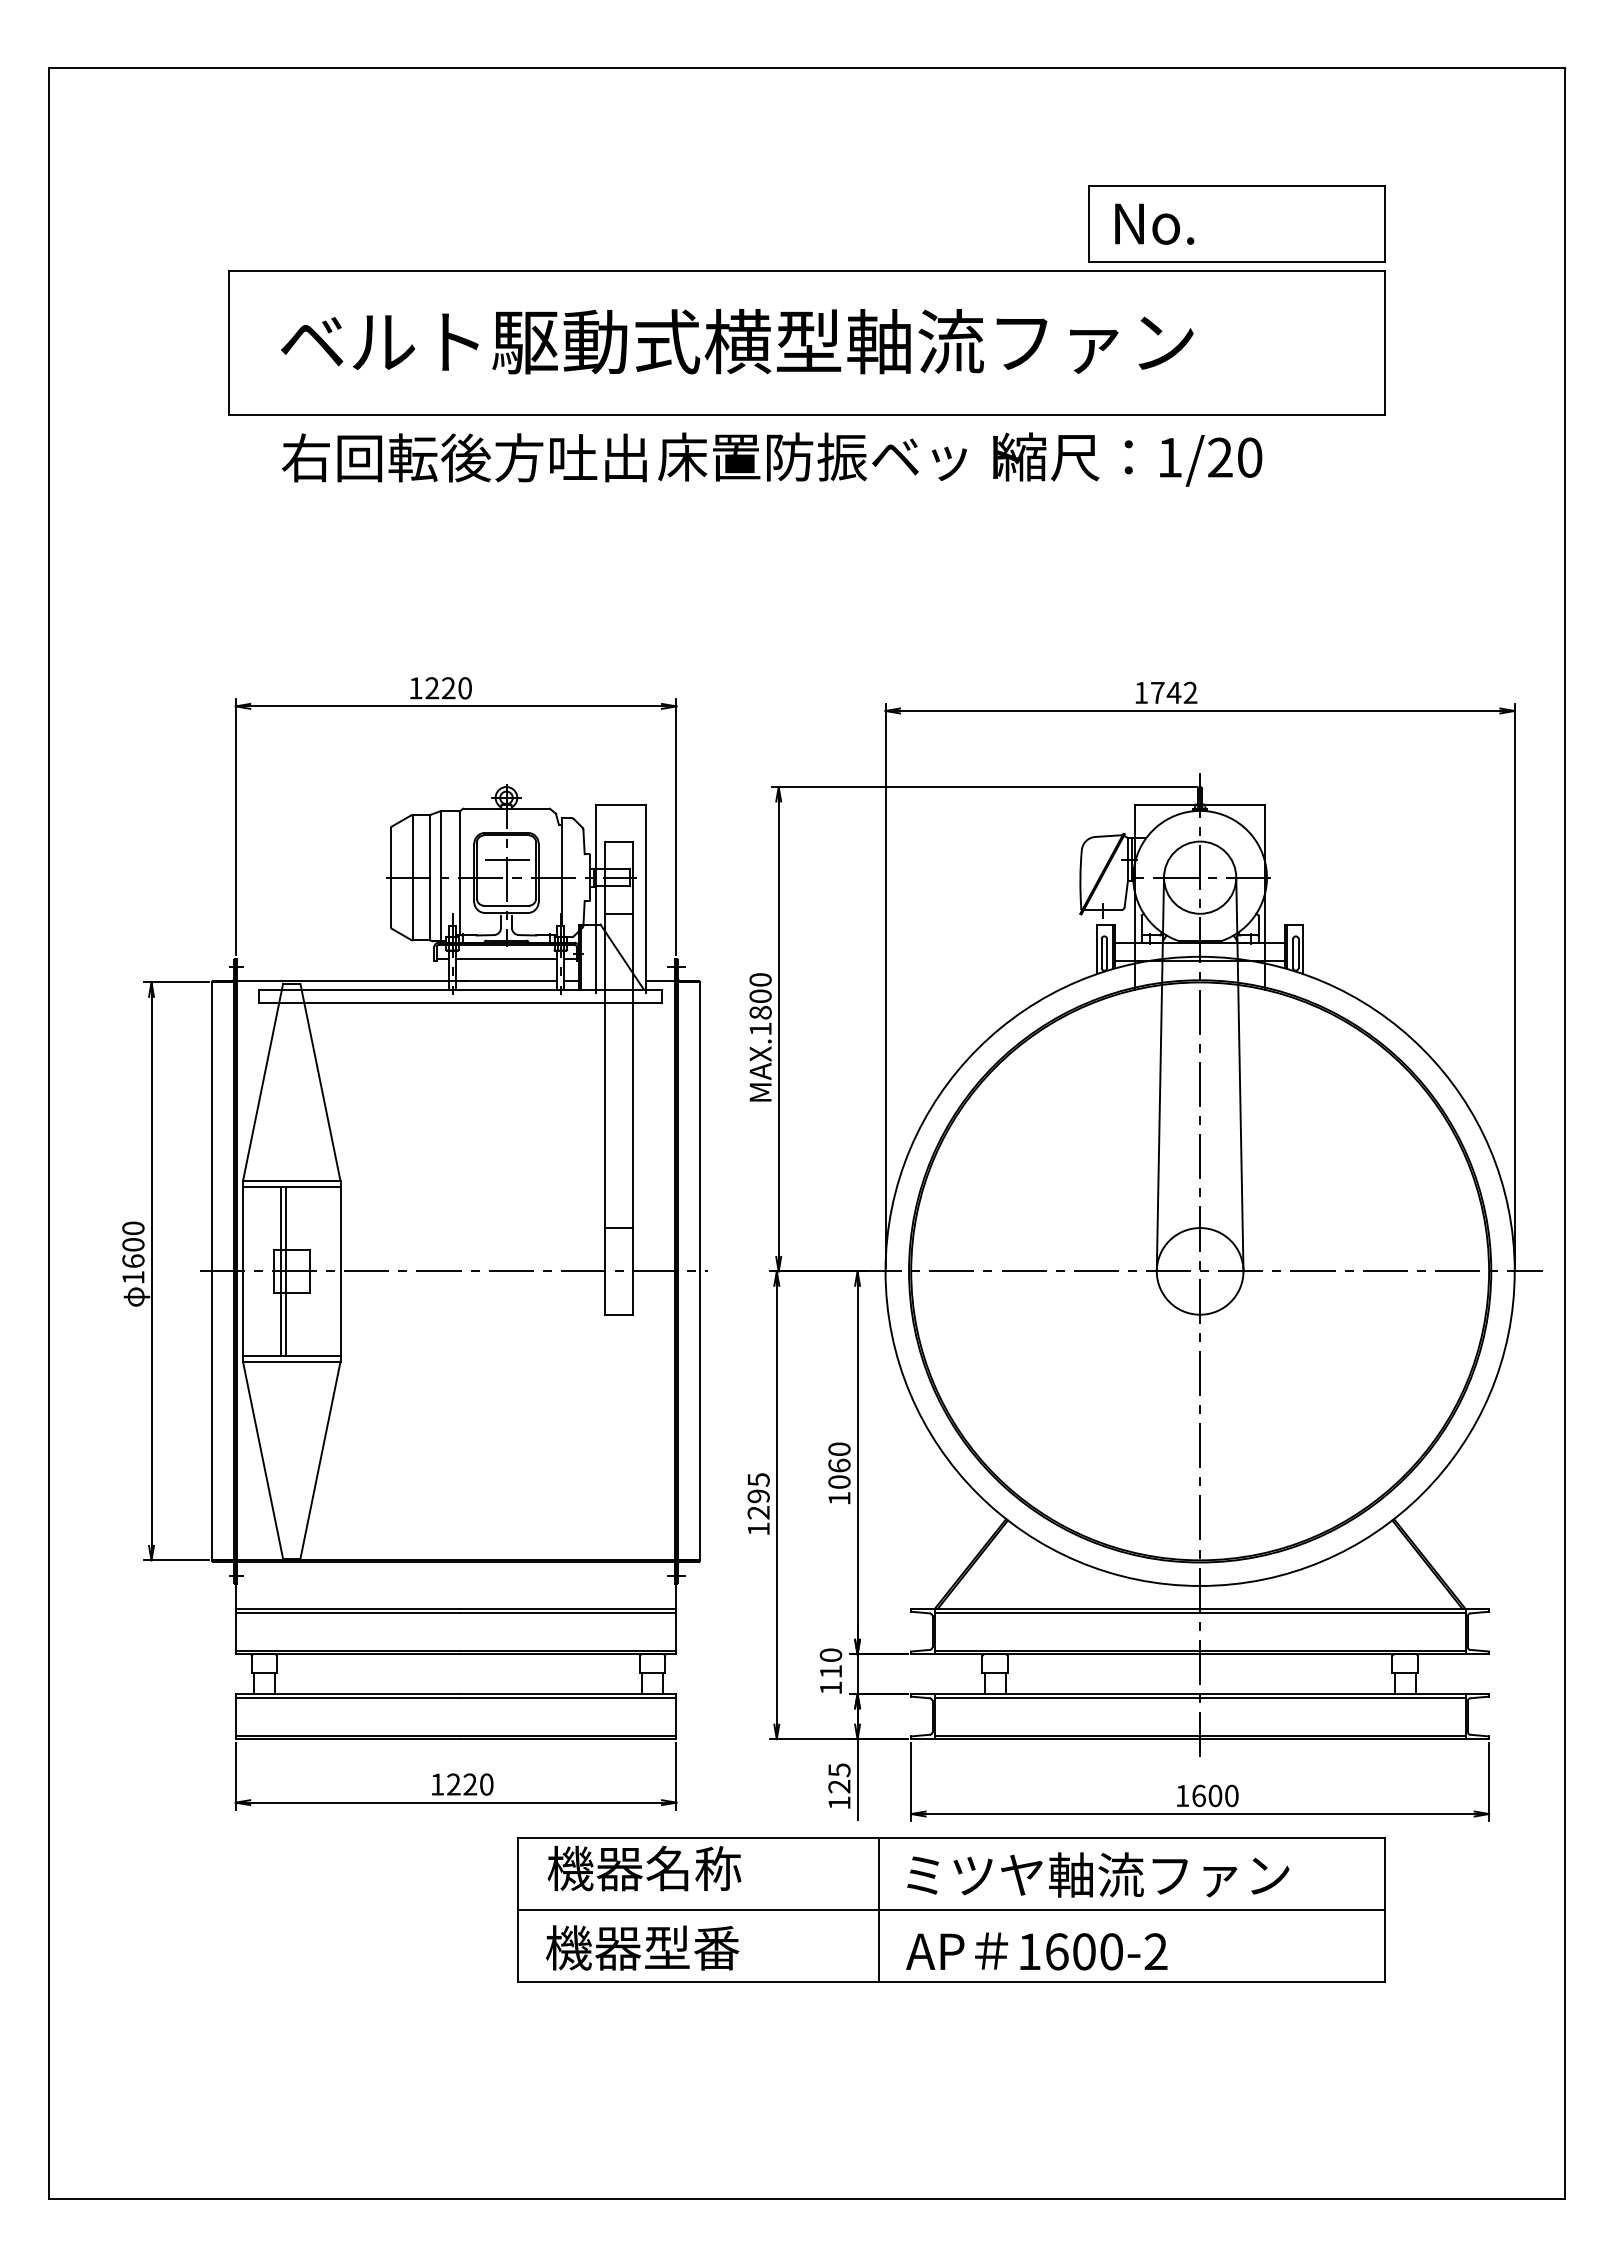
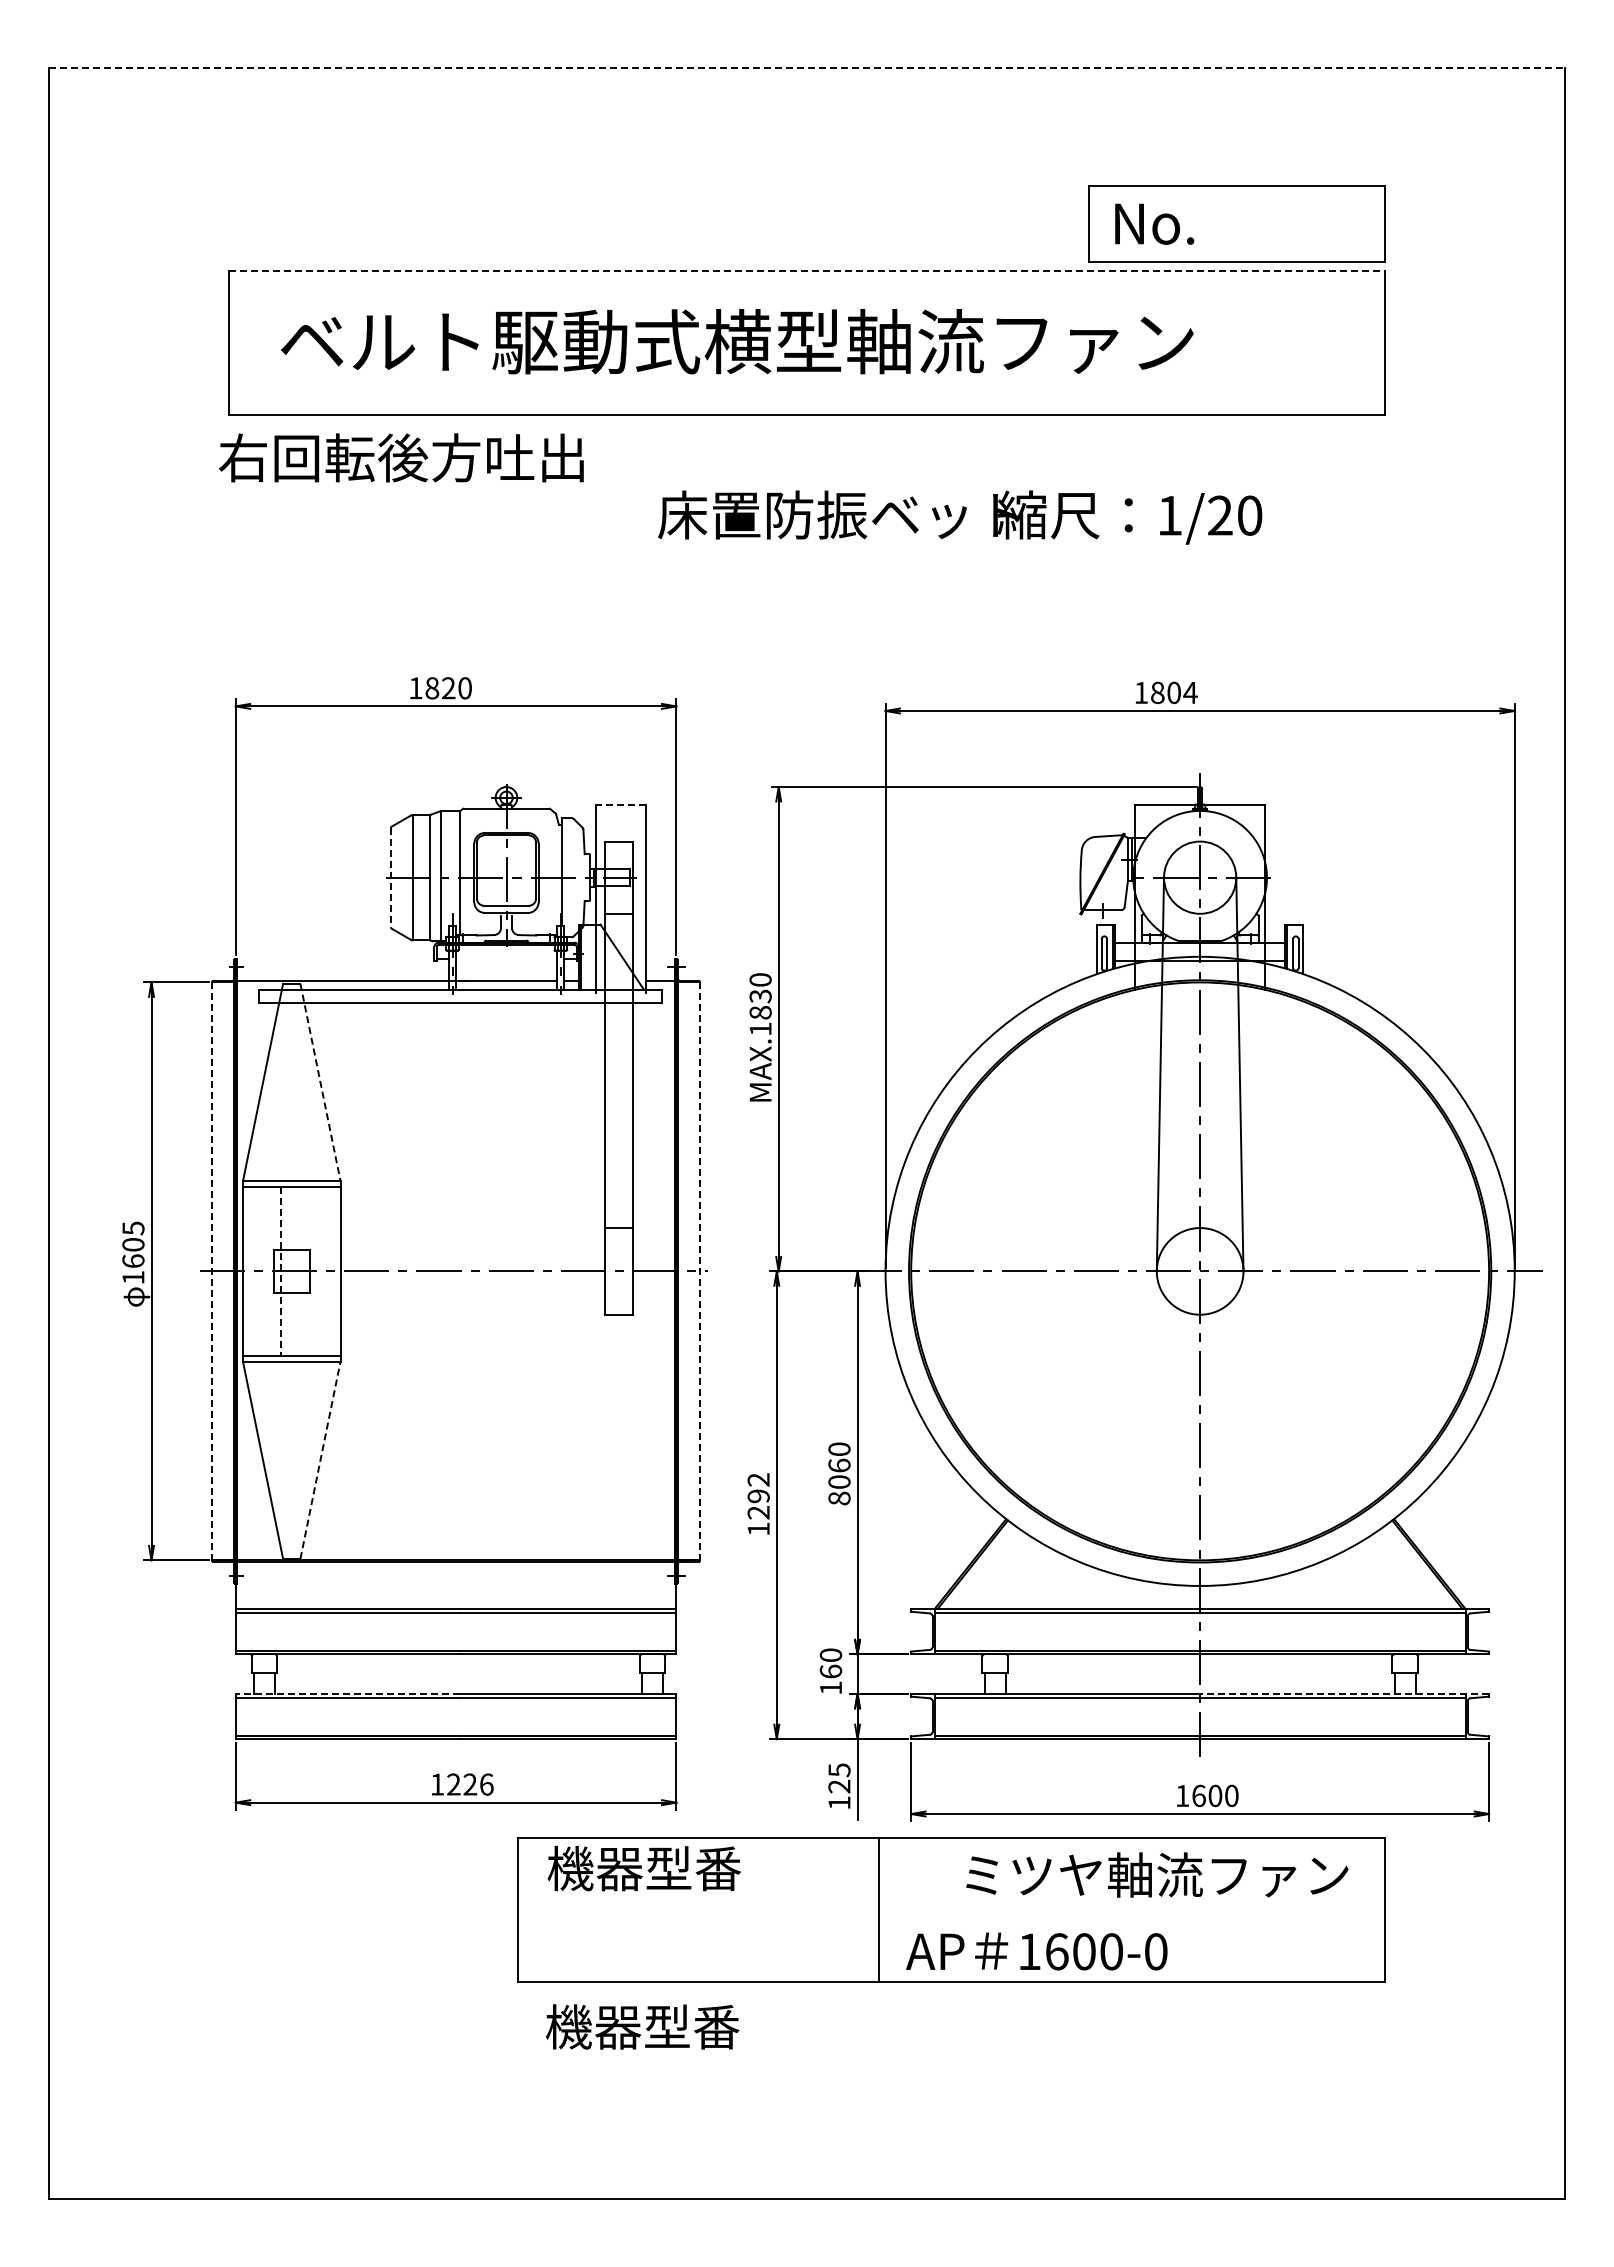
line at (807, 68): solid -> dashed
line at (807, 270): solid -> dashed
text at (464, 457) position: (464, 457) -> (401, 457)
text at (960, 459) position: (960, 459) -> (960, 517)
text at (432, 688): 1220 -> 1820
text at (1174, 692): 1742 -> 1804
line at (620, 805): solid -> dashed
line at (506, 859): present -> none
line at (390, 877): solid -> dashed
line at (506, 958): present -> none
text at (760, 996): MAX.1800 -> MAX.1830
line at (320, 1082): solid -> dashed
text at (133, 1228): 1600 -> 1605
line at (212, 1271): solid -> dashed
line at (280, 1271): solid -> dashed
line at (286, 1271): present -> none
line at (699, 1271): solid -> dashed
line at (320, 1460): solid -> dashed
text at (758, 1479): 1295 -> 1292
text at (839, 1498): 1060 -> 8060
text at (830, 1671): 110 -> 160
line at (347, 1693): solid -> dashed
line at (1344, 1693): solid -> dashed
text at (486, 1784): 1220 -> 1226
text at (693, 1868): 機器名称 -> 機器型番
text at (1098, 1874) position: (1098, 1874) -> (1157, 1874)
line at (951, 1910): present -> none
text at (642, 1947) position: (642, 1947) -> (642, 2026)
text at (1155, 1951): 1600-2 -> 1600-0
